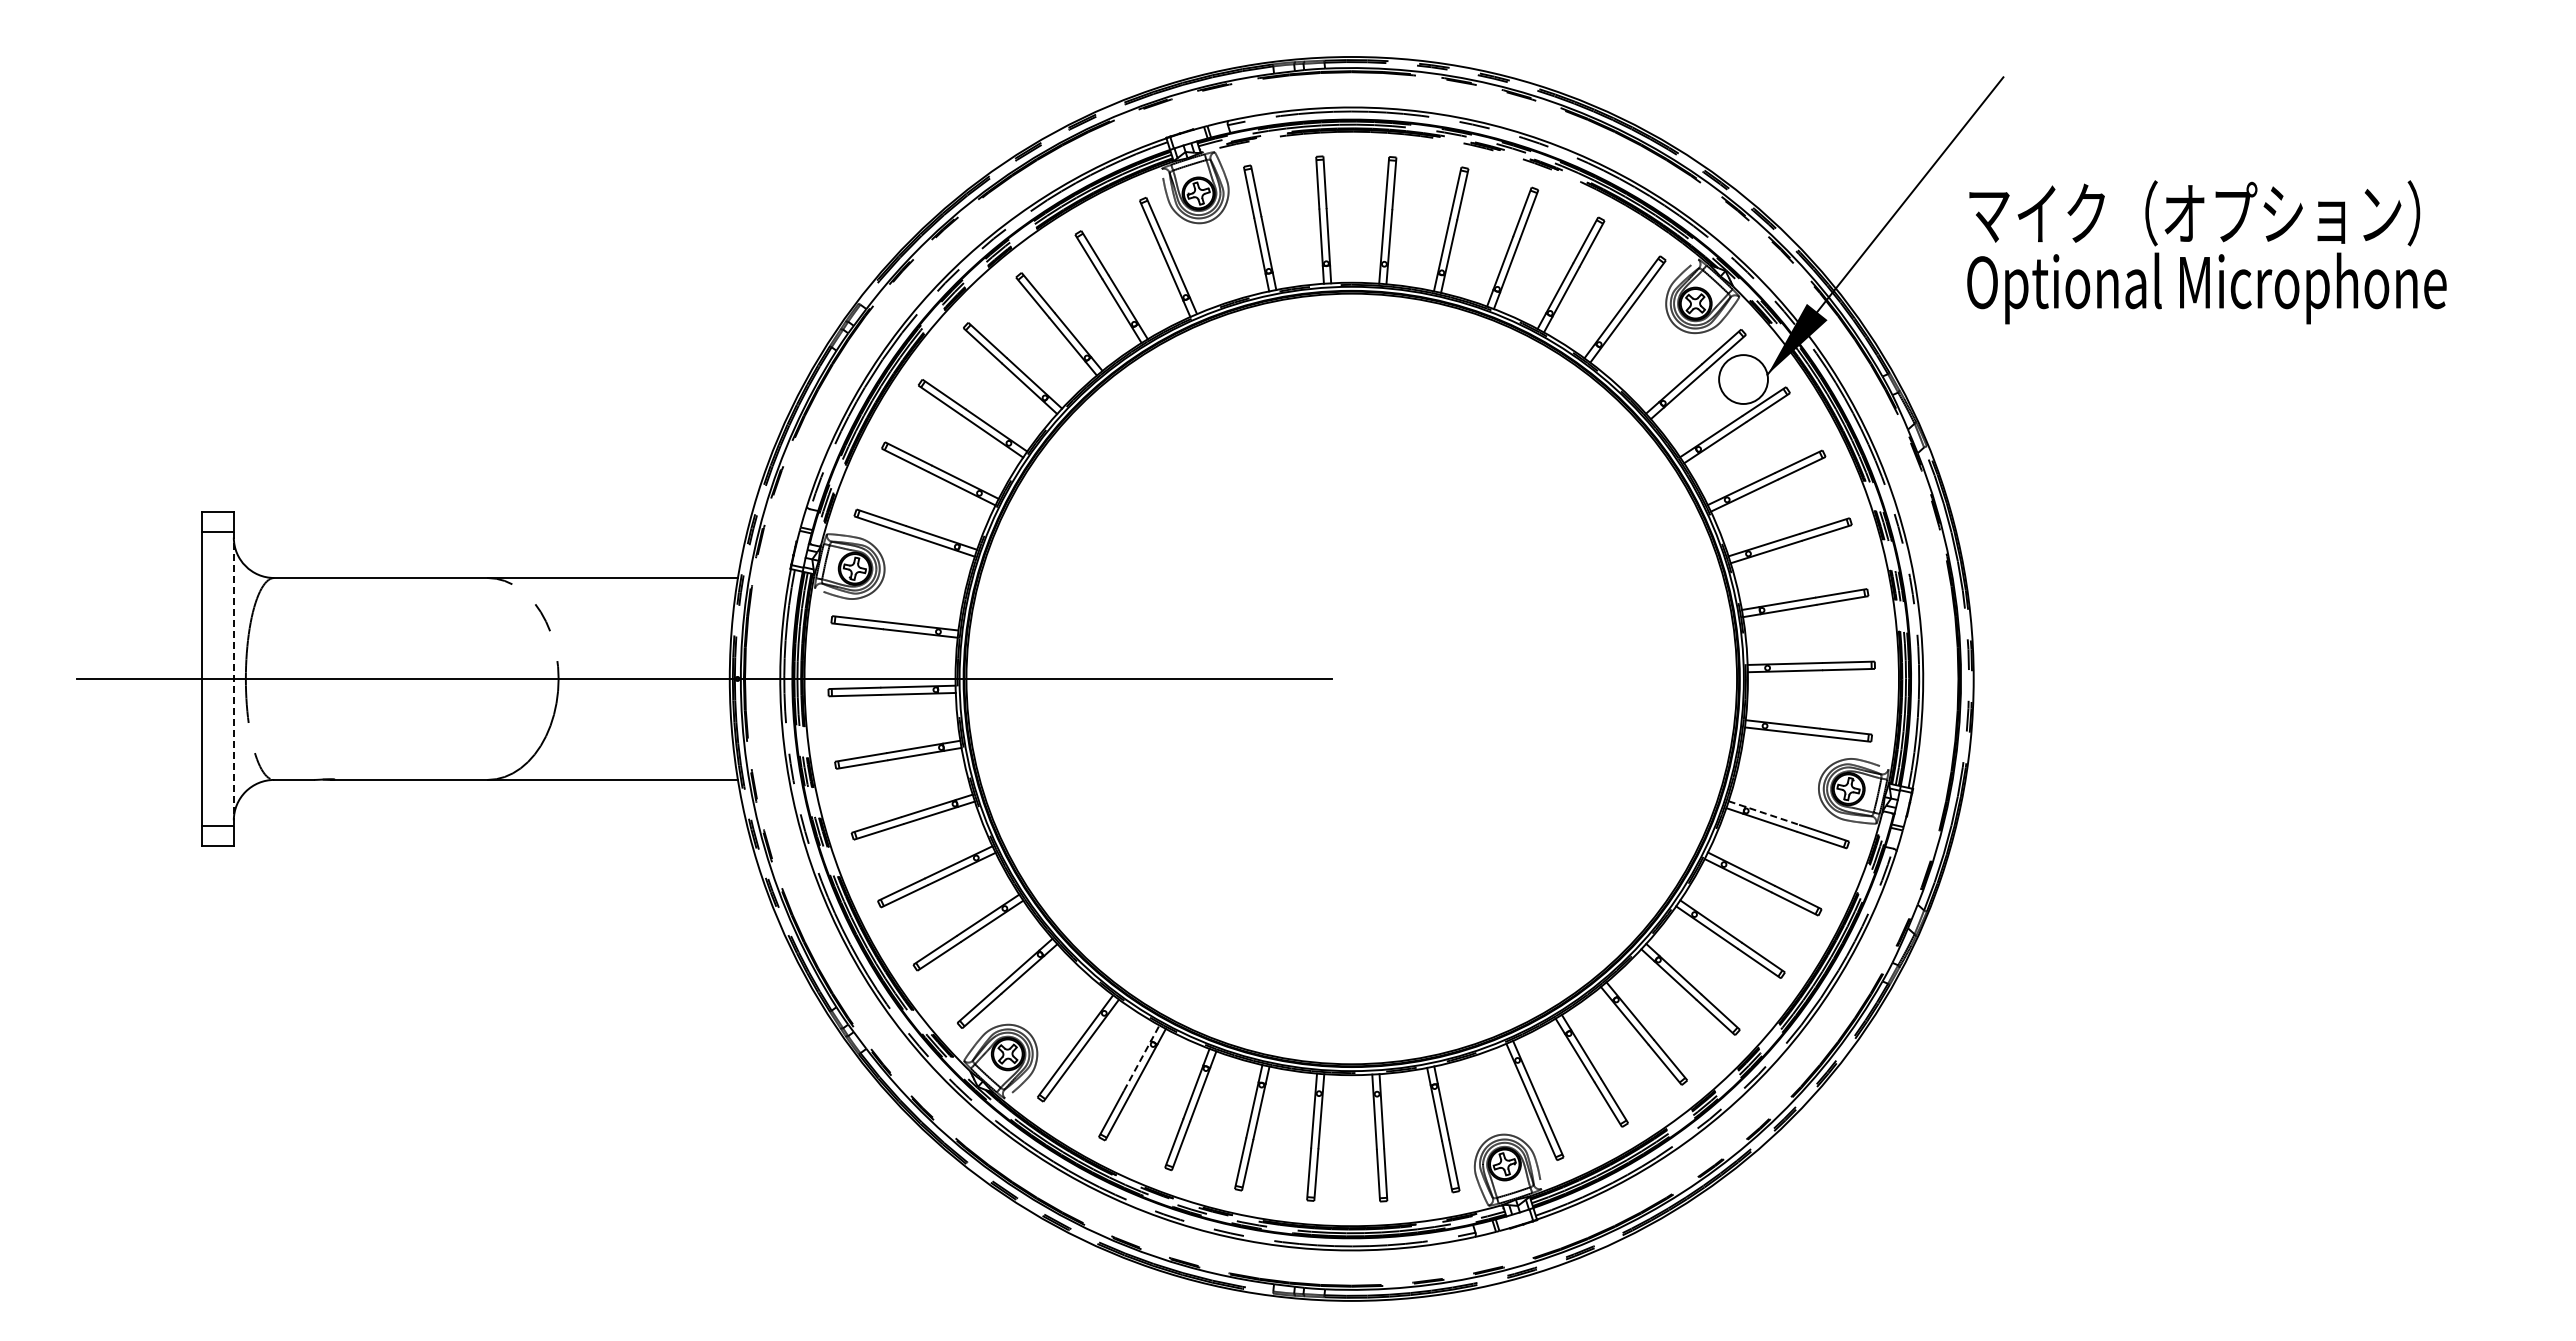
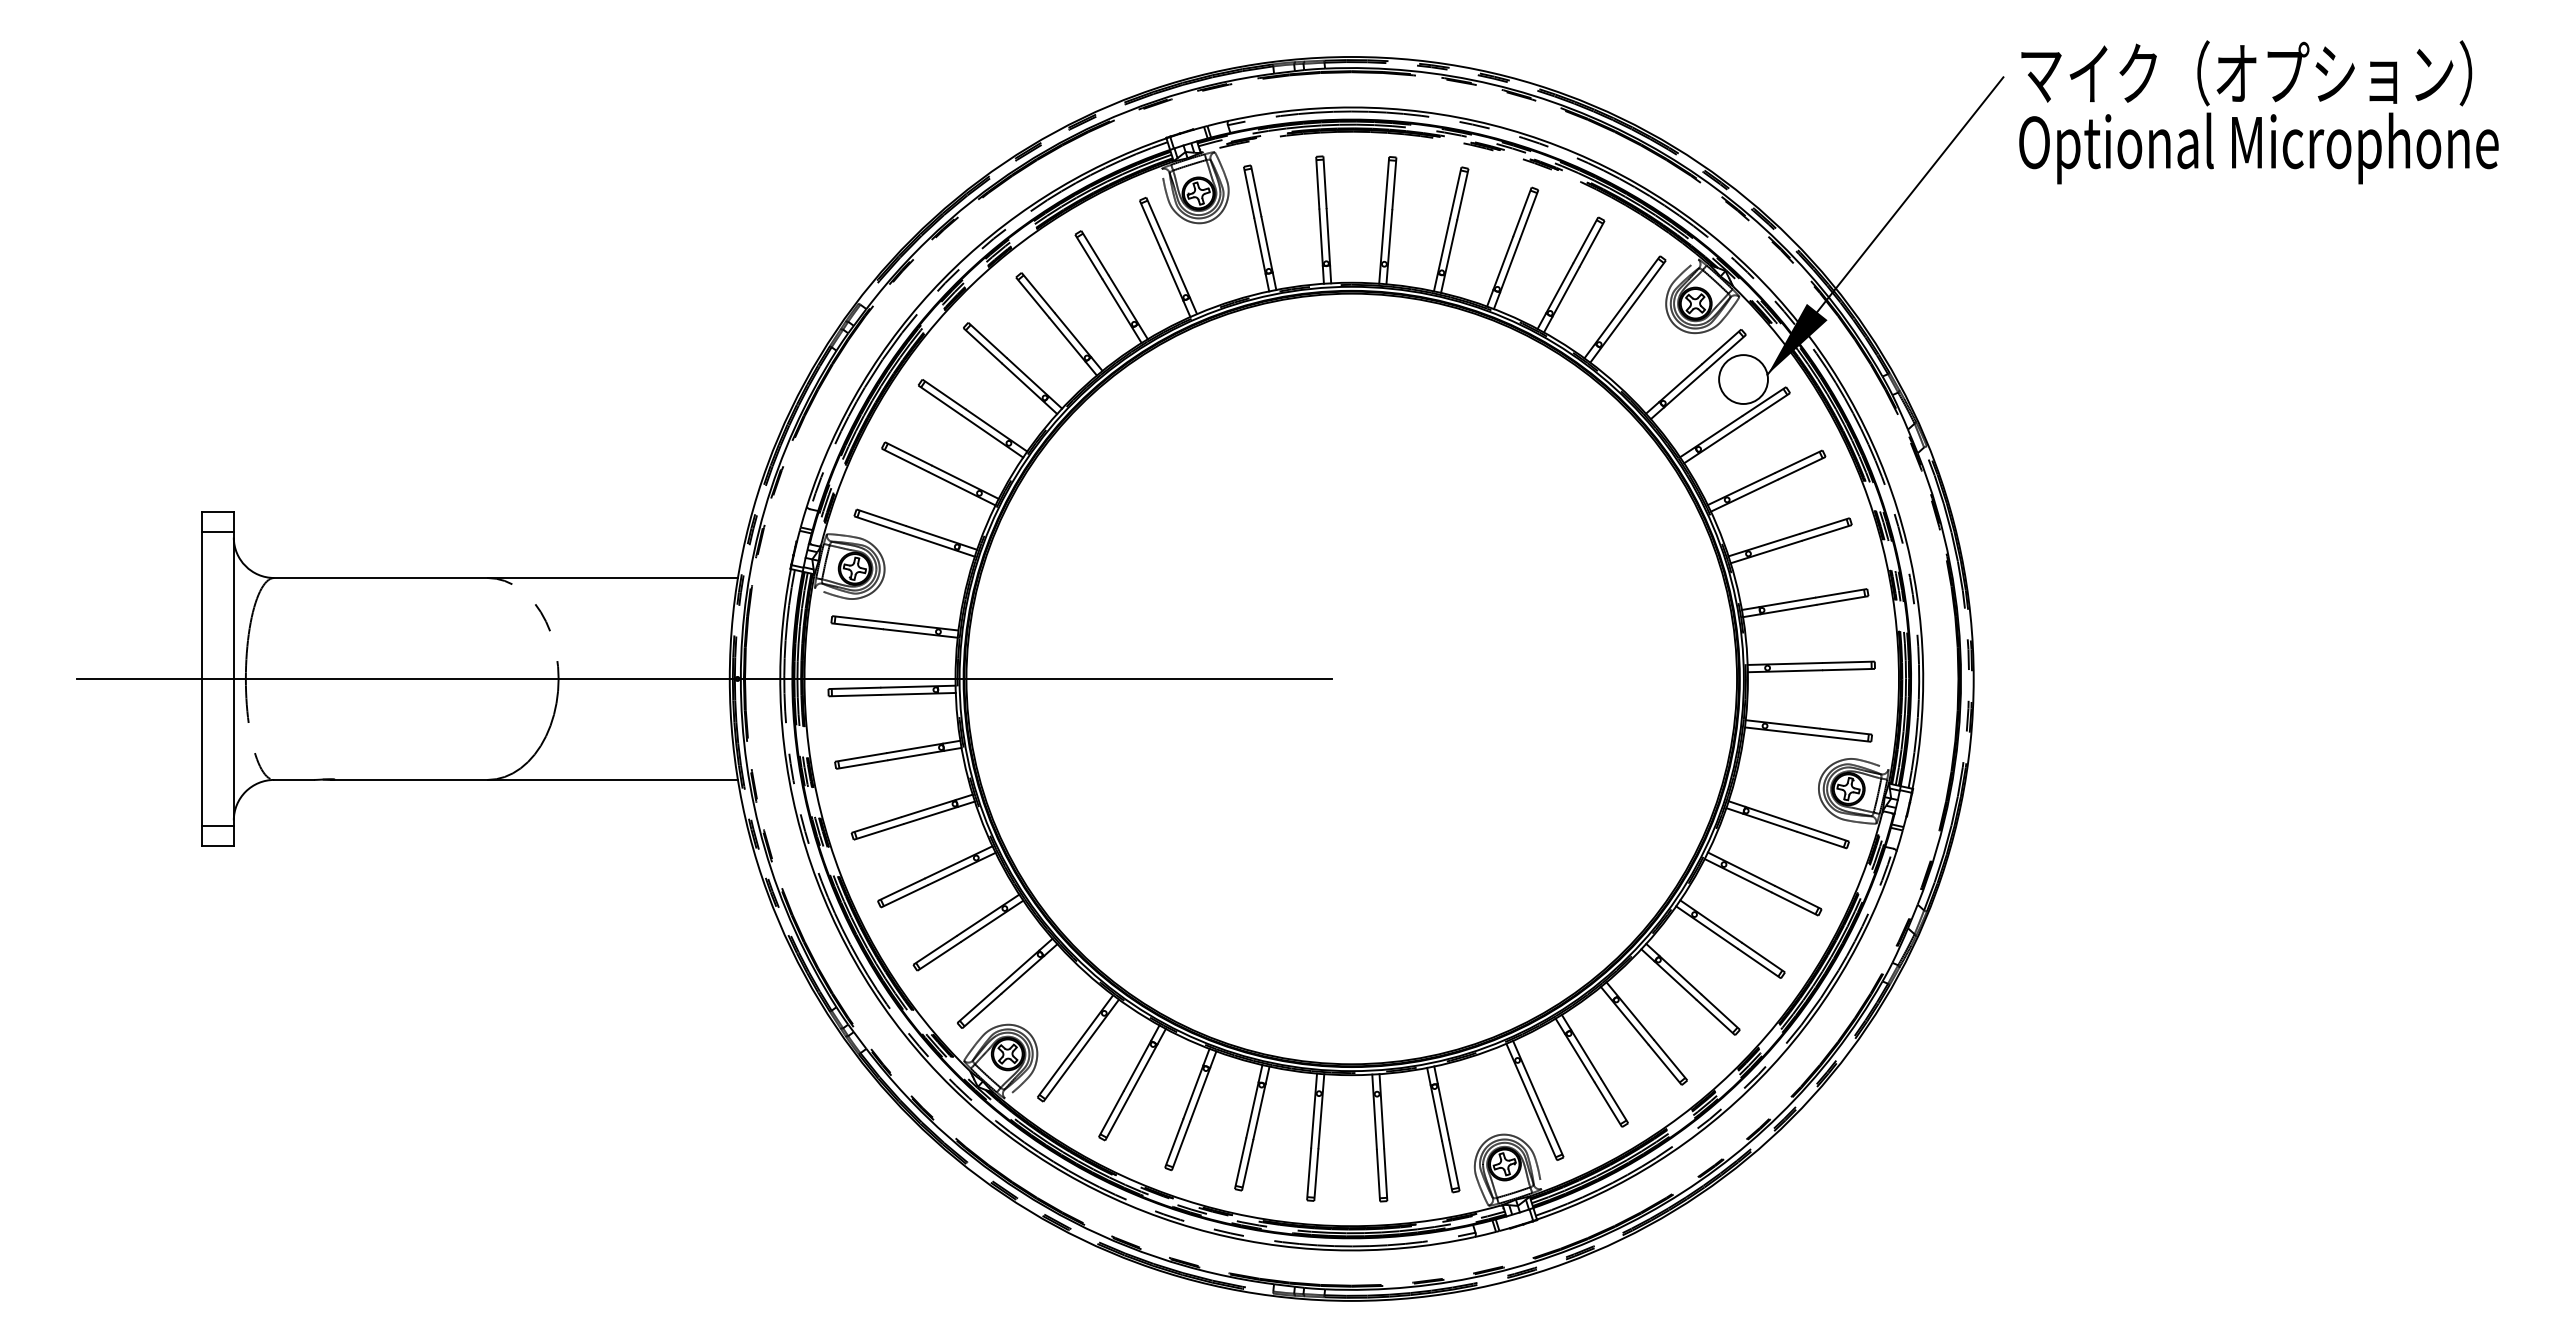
text at (2206, 252) position: (2206, 252) -> (2258, 112)
line at (233, 678): dashed -> solid
line at (1764, 813): dashed -> solid
line at (1142, 1057): dashed -> solid
